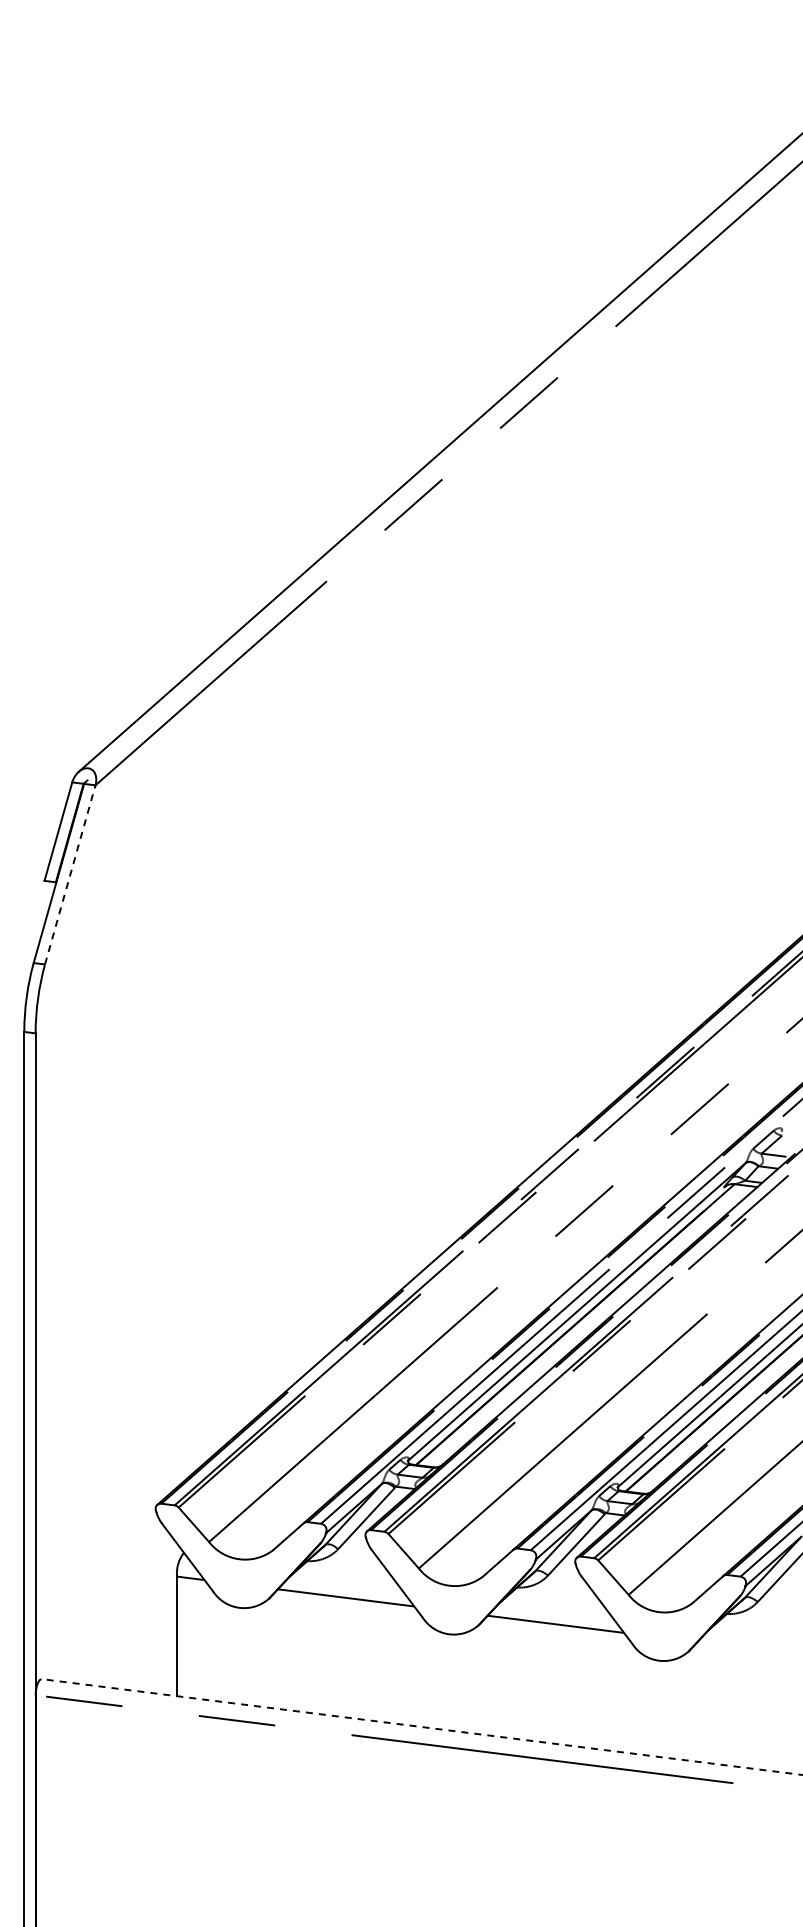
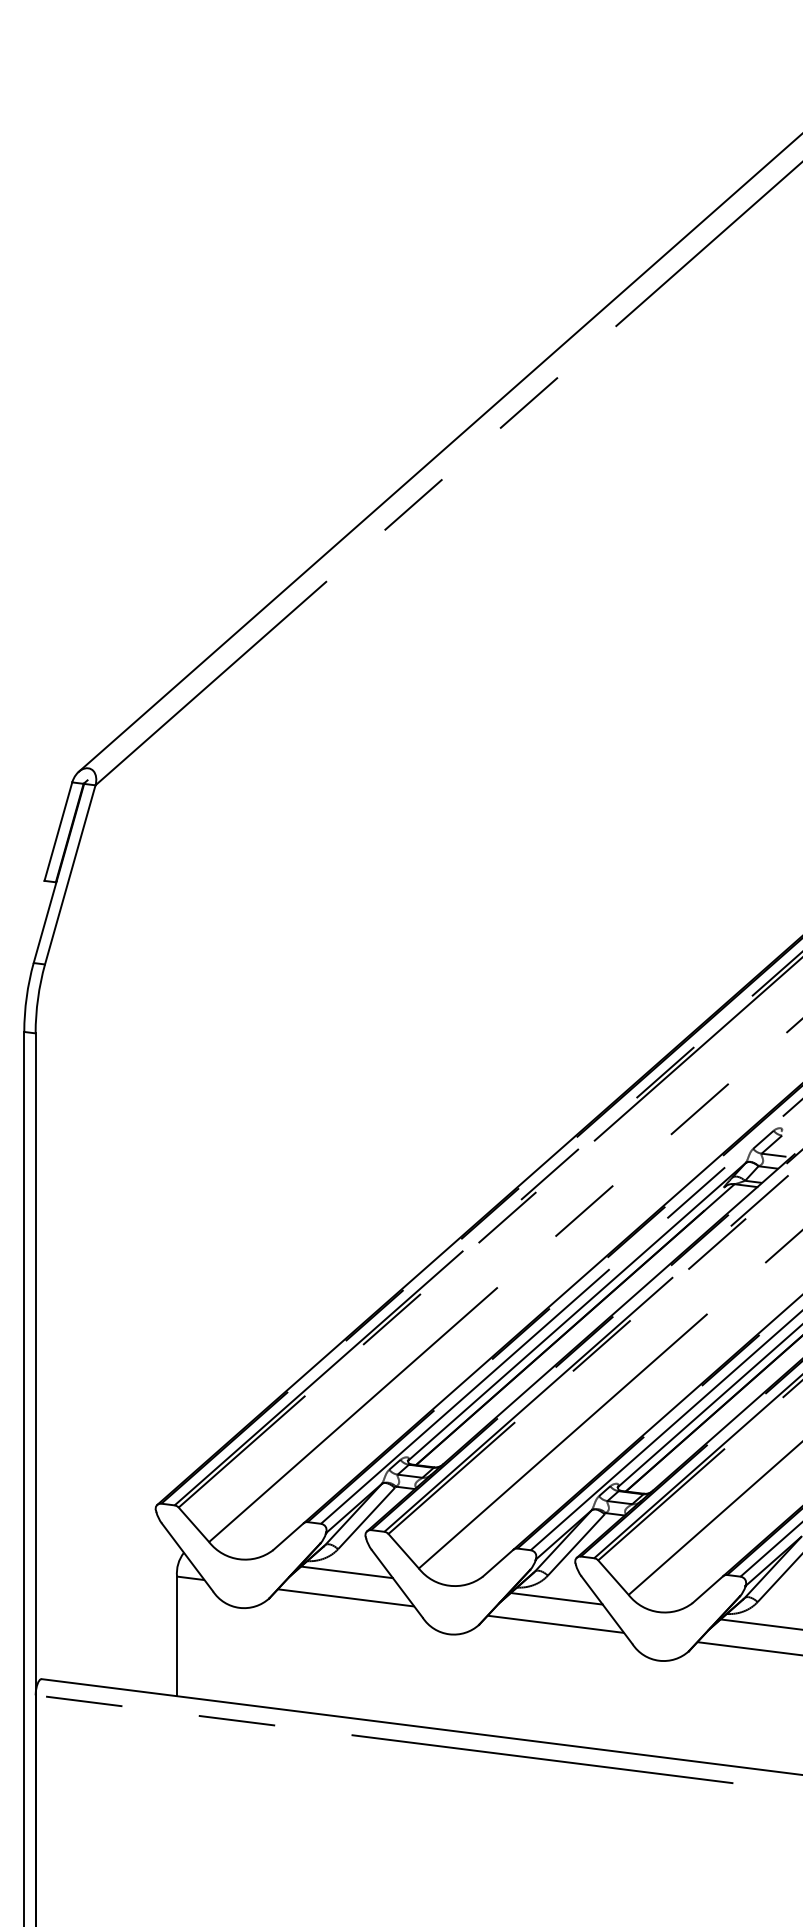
line at (70, 874): dashed -> solid
line at (346, 1572): none -> present
line at (556, 1598): none -> present
line at (759, 1624): none -> present
line at (748, 1648): none -> present
line at (422, 1727): dashed -> solid
